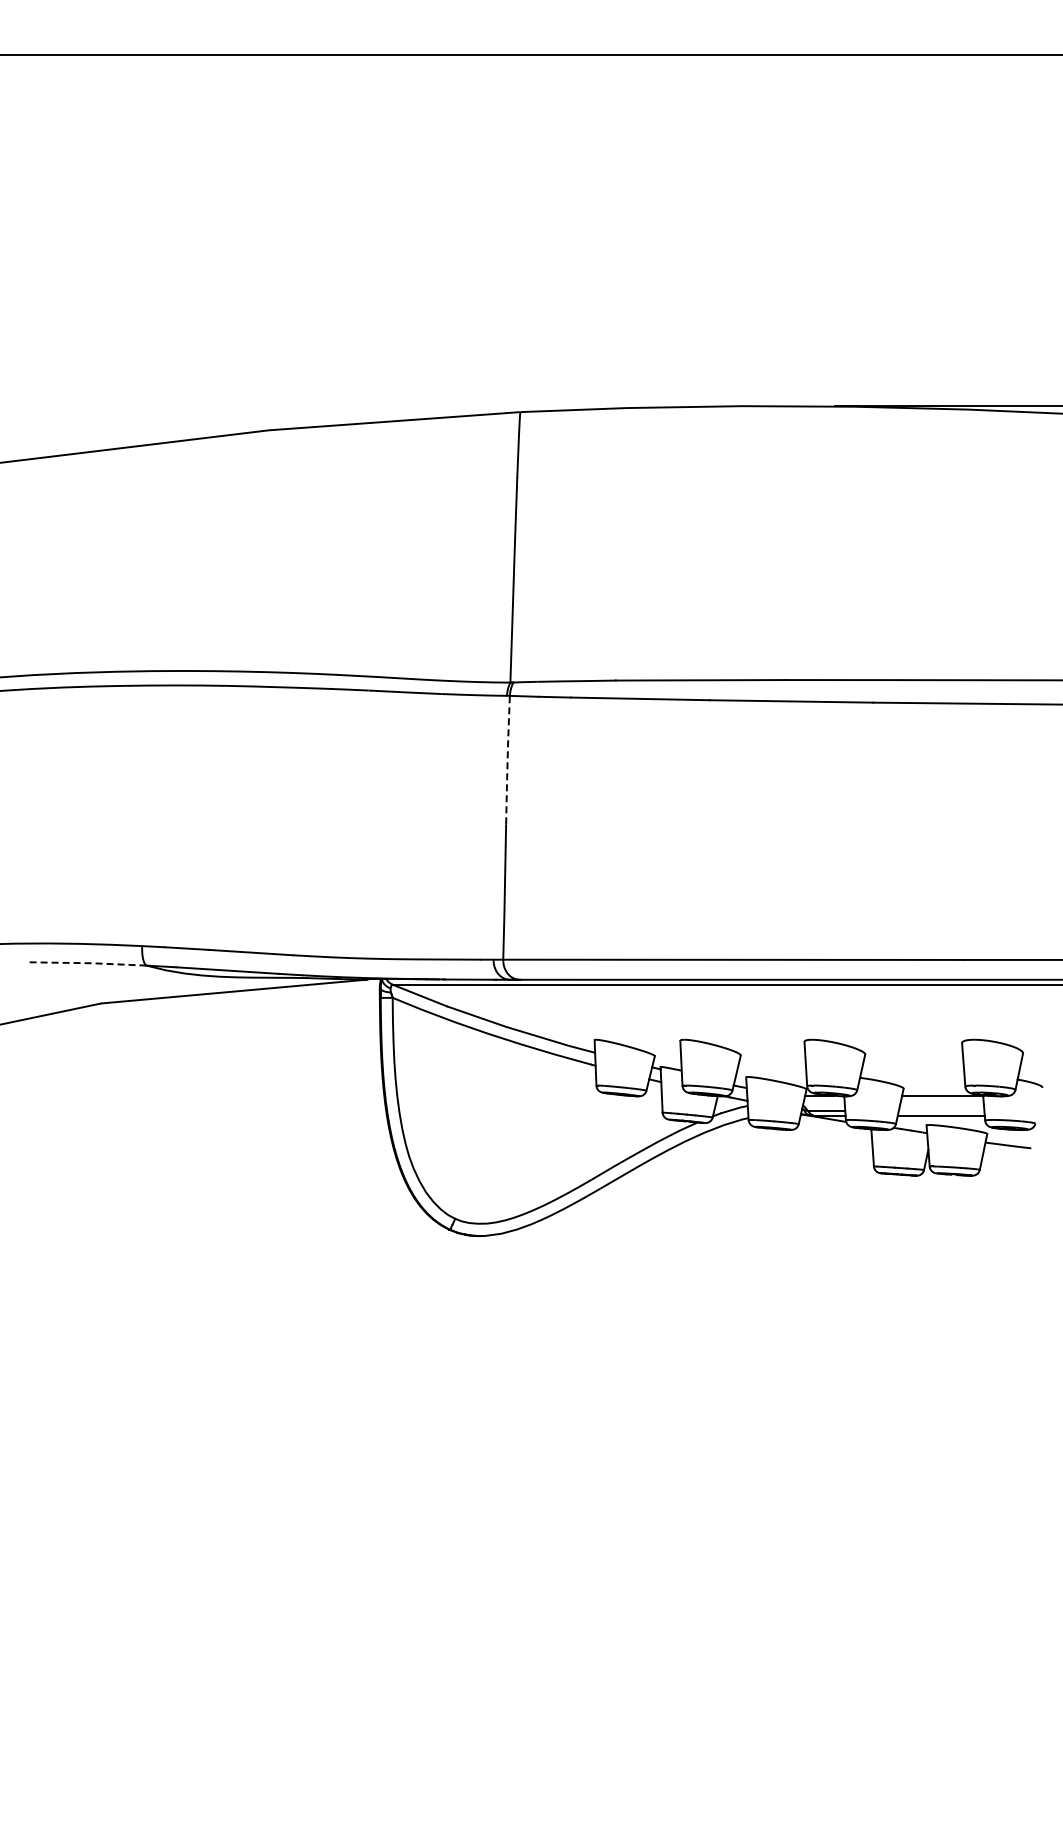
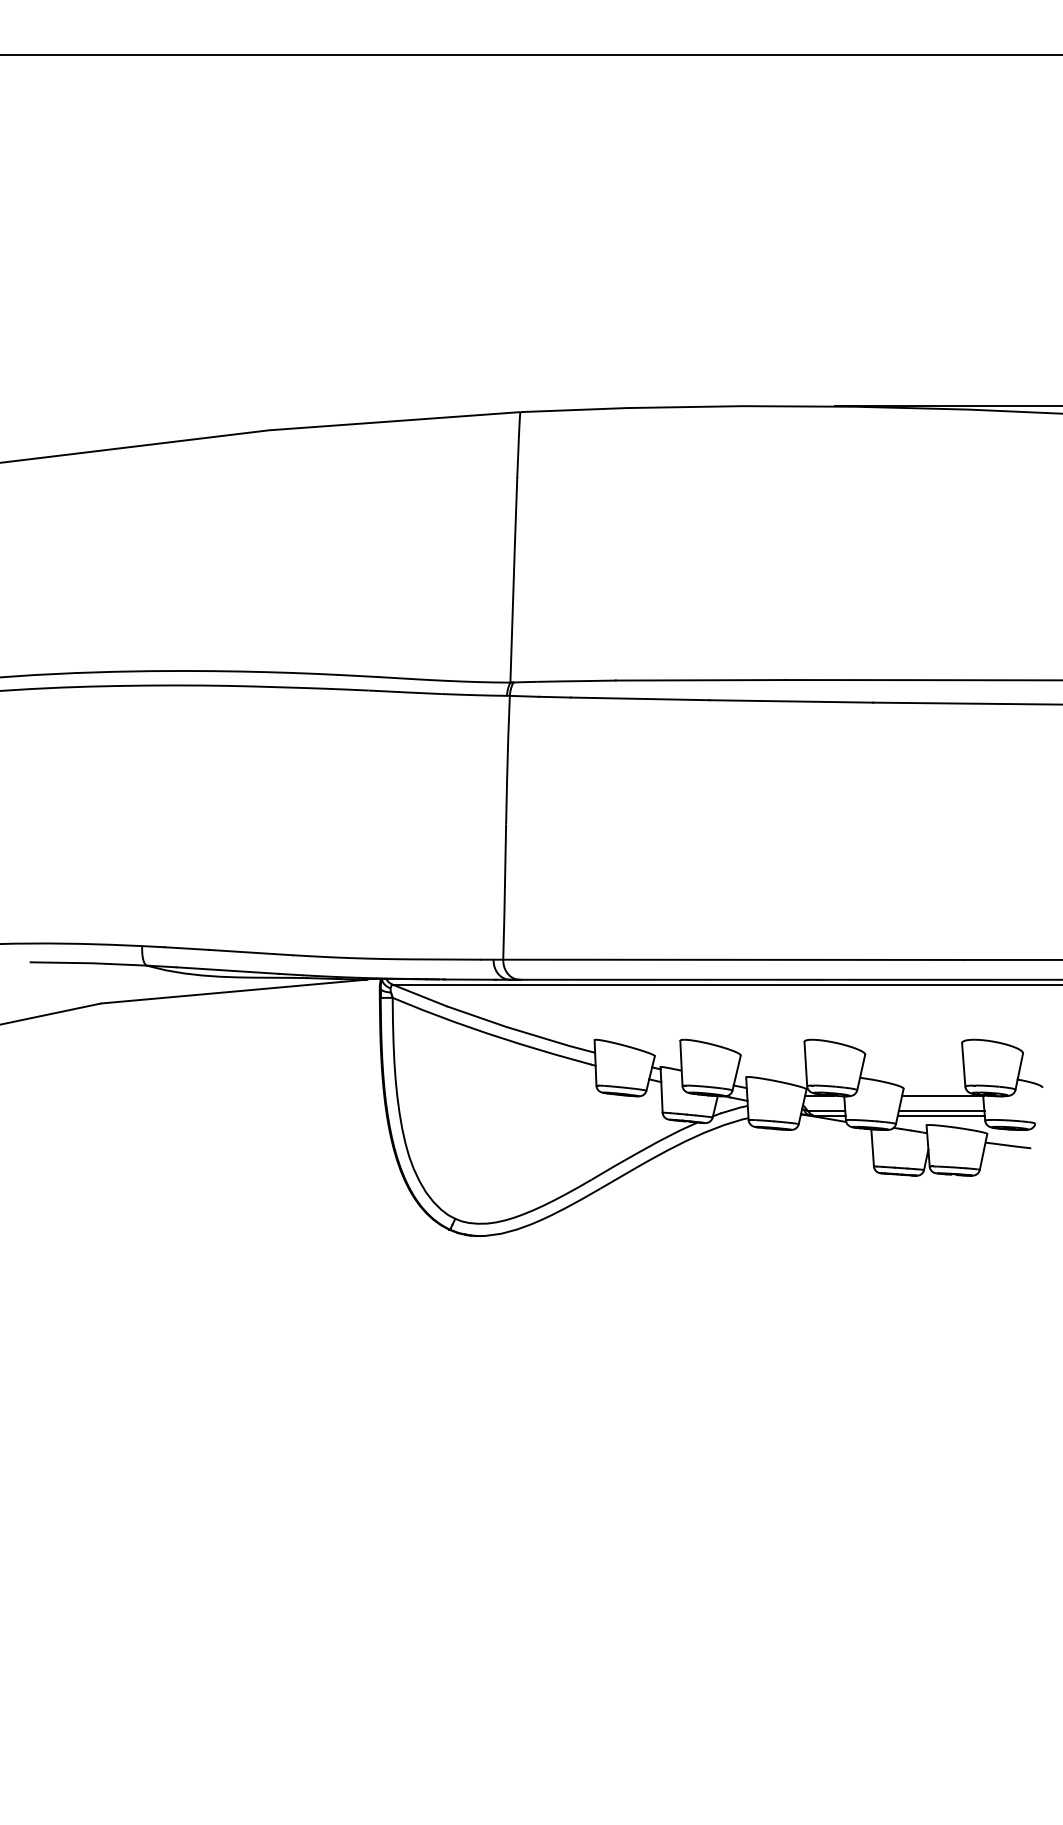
line at (507, 760): dashed -> solid
line at (87, 963): dashed -> solid
line at (941, 1111): none -> present
